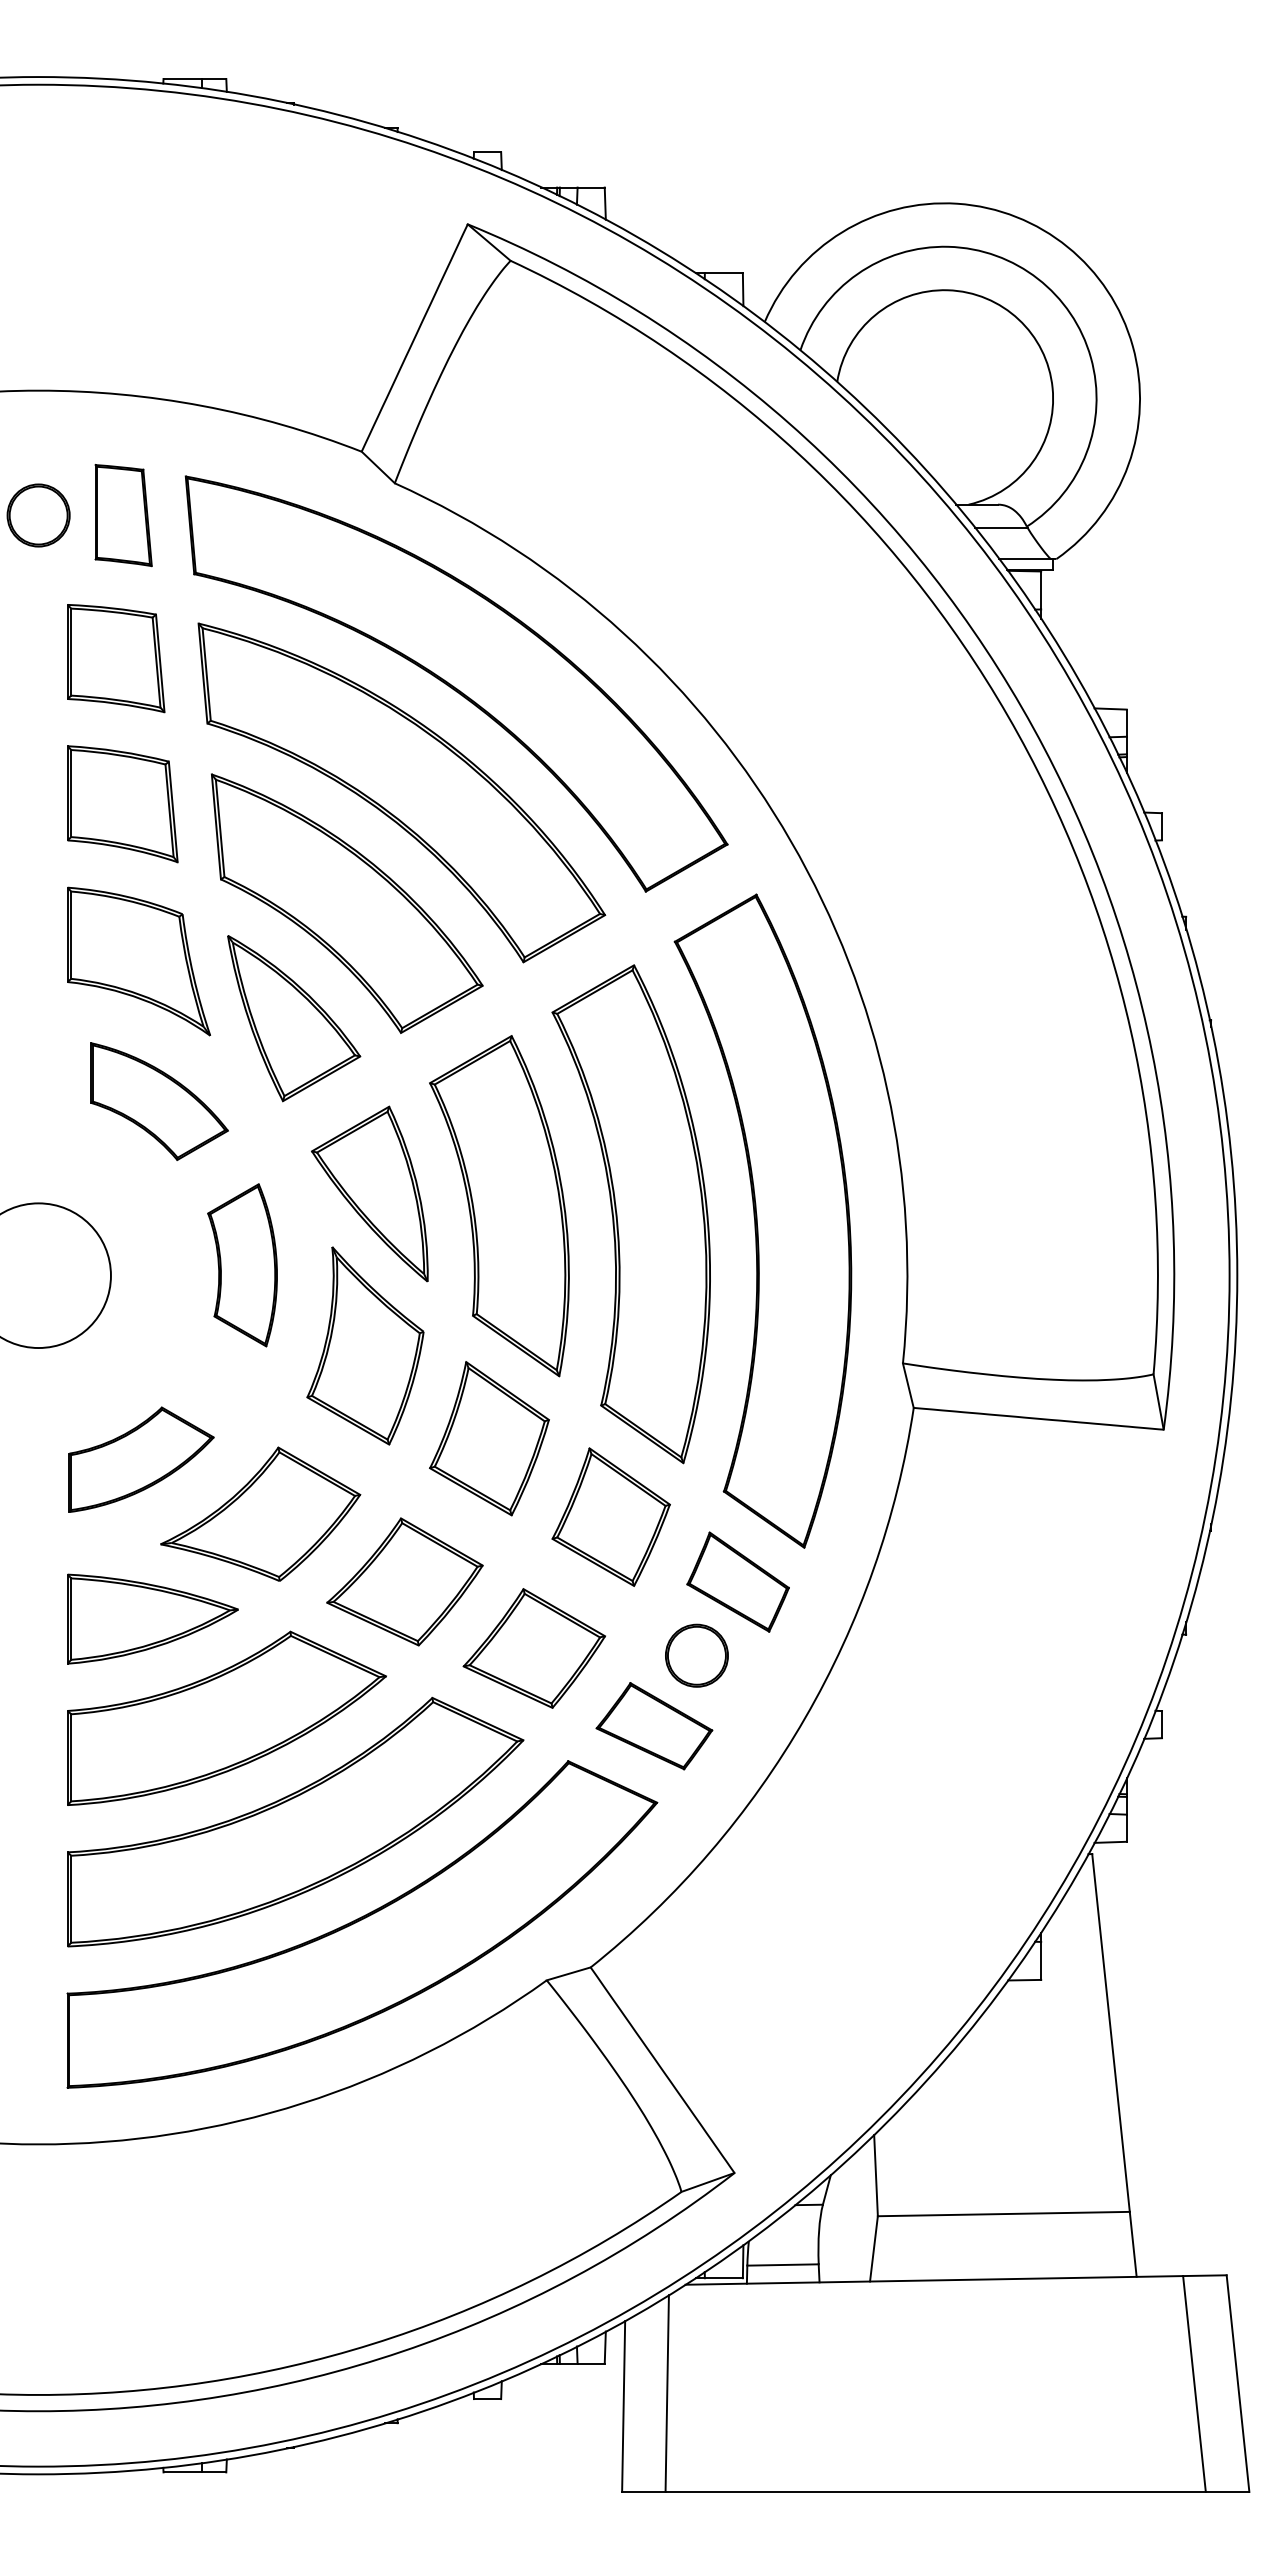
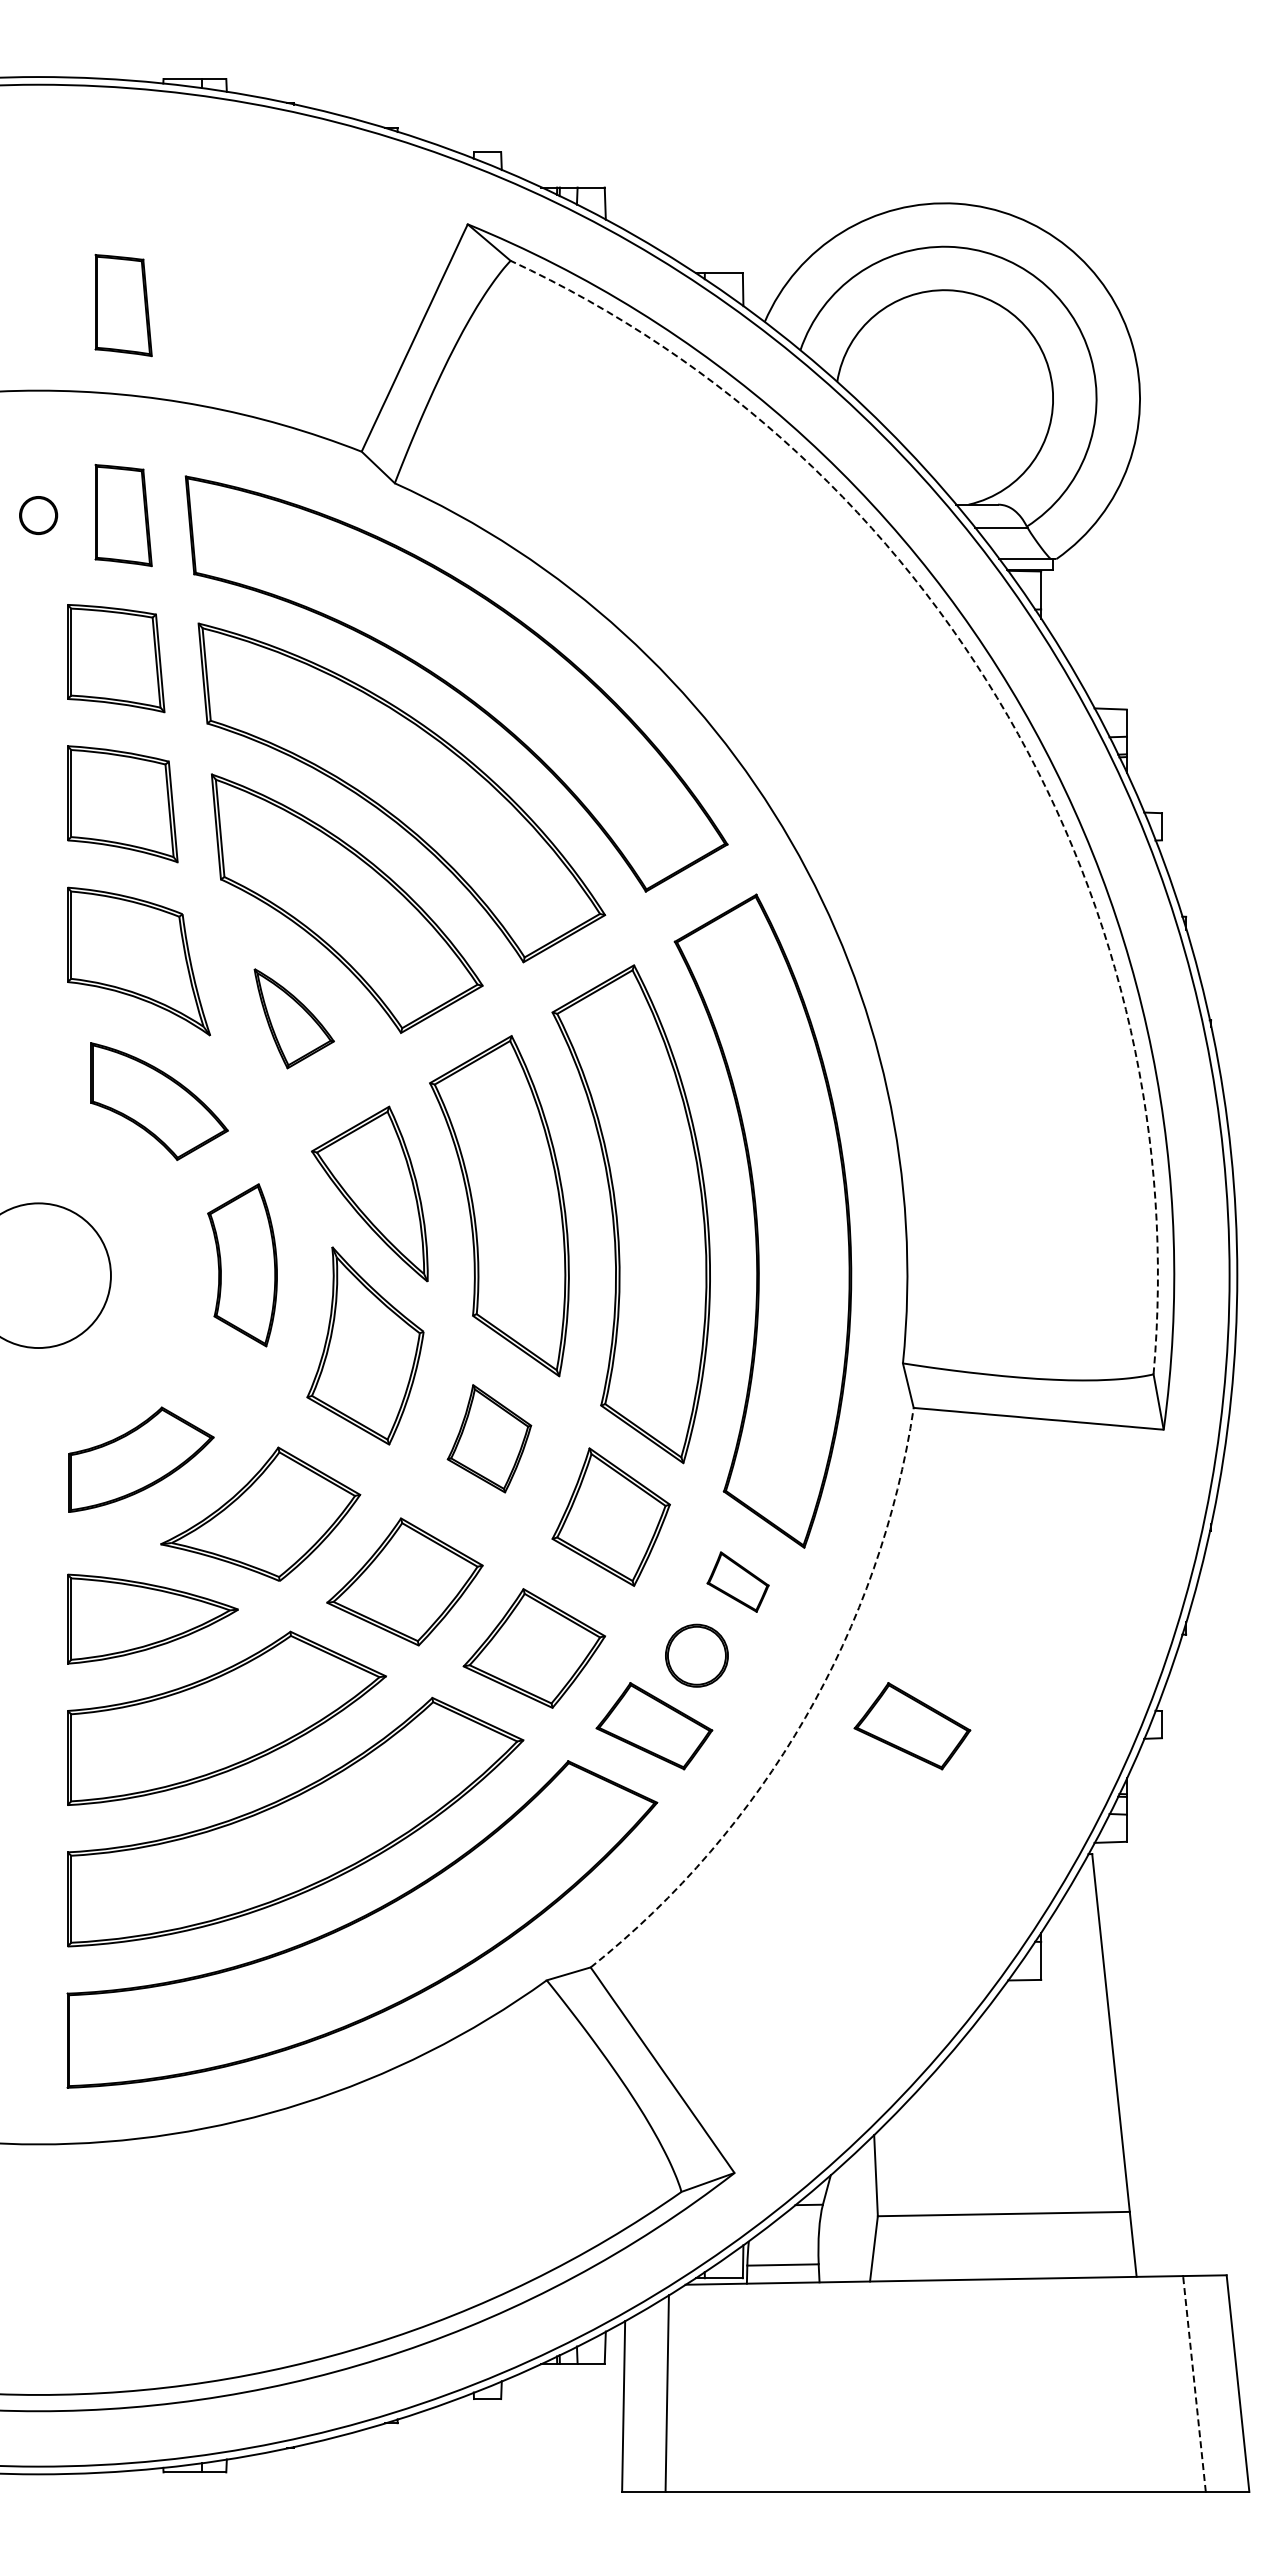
part at (123, 305): none -> present
part at (38, 515) size: 65x65 px -> 40x39 px
arc at (1007, 716): solid -> dashed
part at (294, 1018) size: 135x168 px -> 82x102 px
part at (489, 1438) size: 121x156 px -> 87x110 px
part at (737, 1581) size: 104x102 px -> 64x62 px
arc at (805, 1718): solid -> dashed
part at (912, 1726): none -> present
line at (1194, 2384): solid -> dashed
